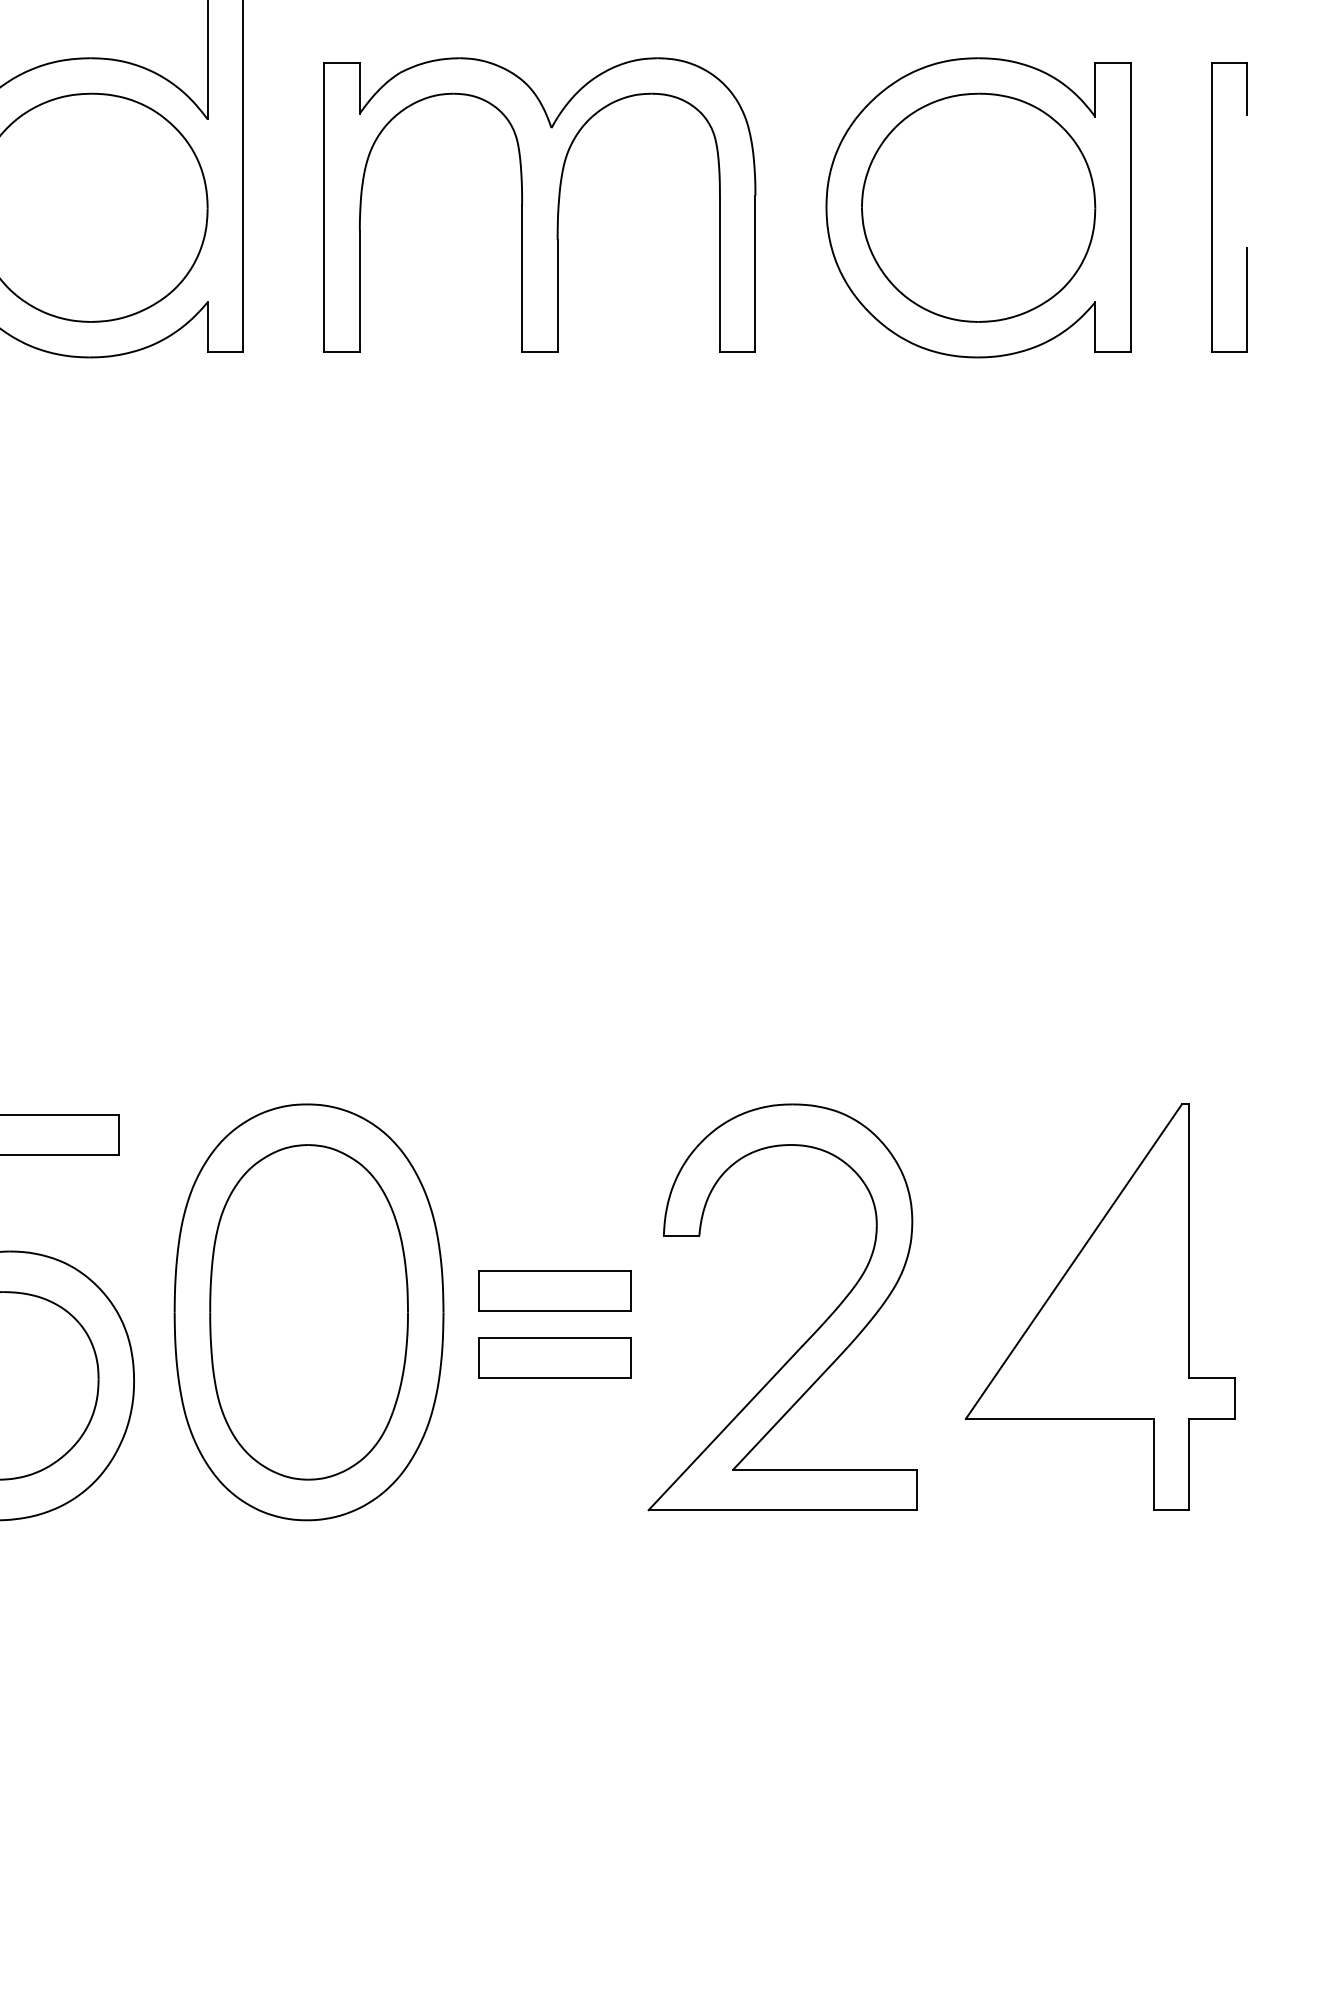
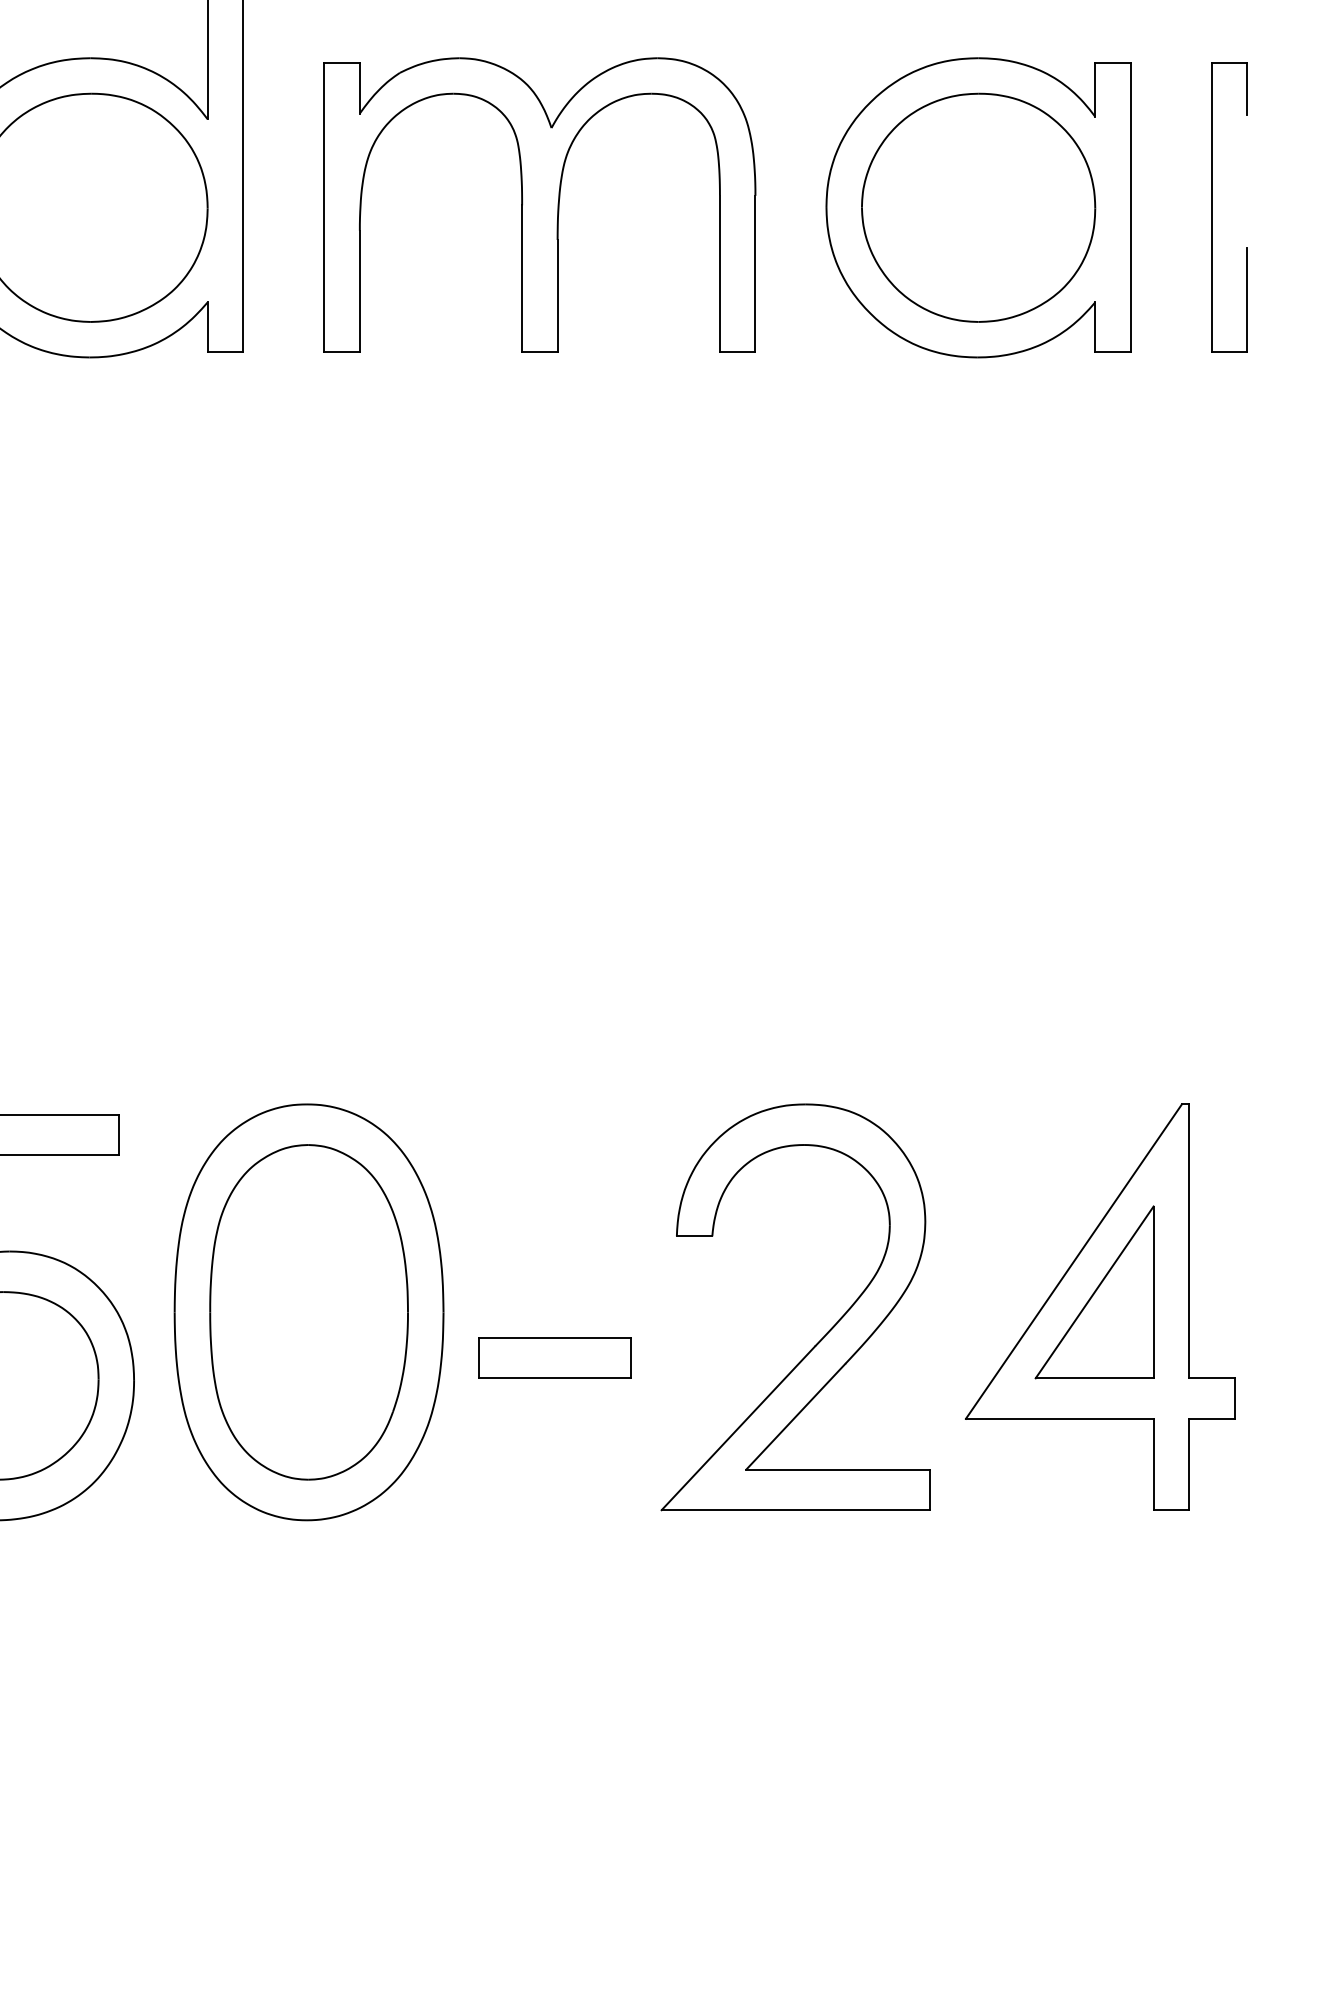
part at (554, 1290): present -> none
part at (1094, 1292): none -> present
part at (813, 1332) position: (813, 1332) -> (826, 1332)
